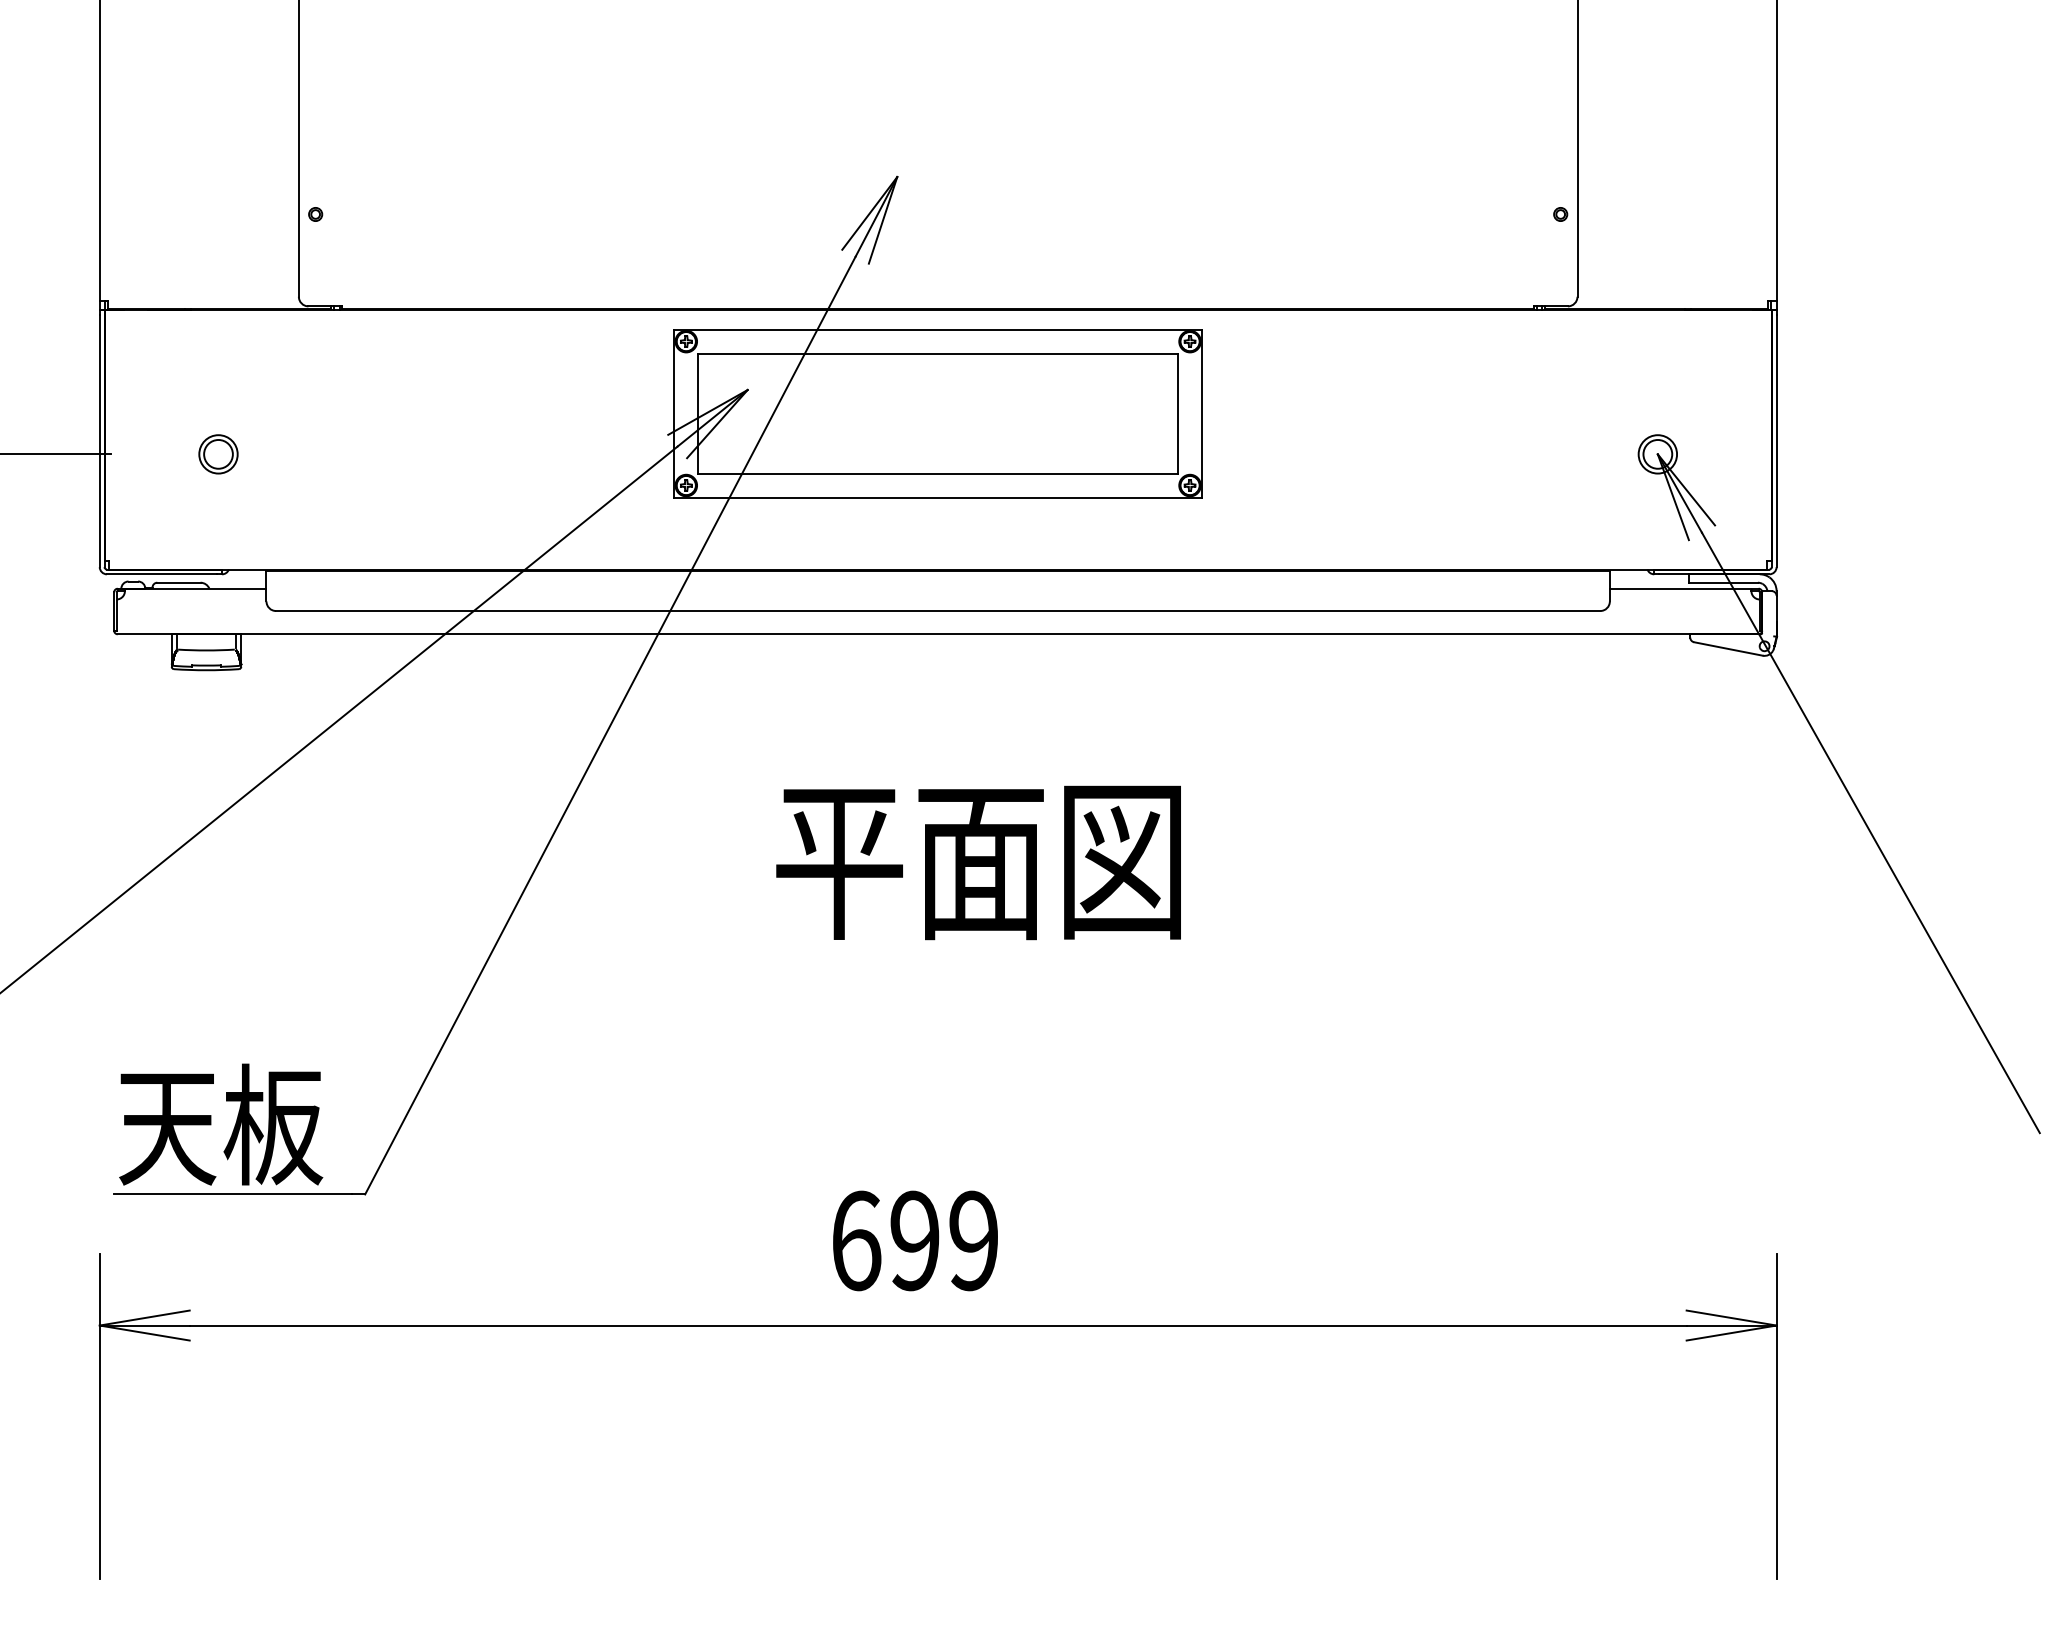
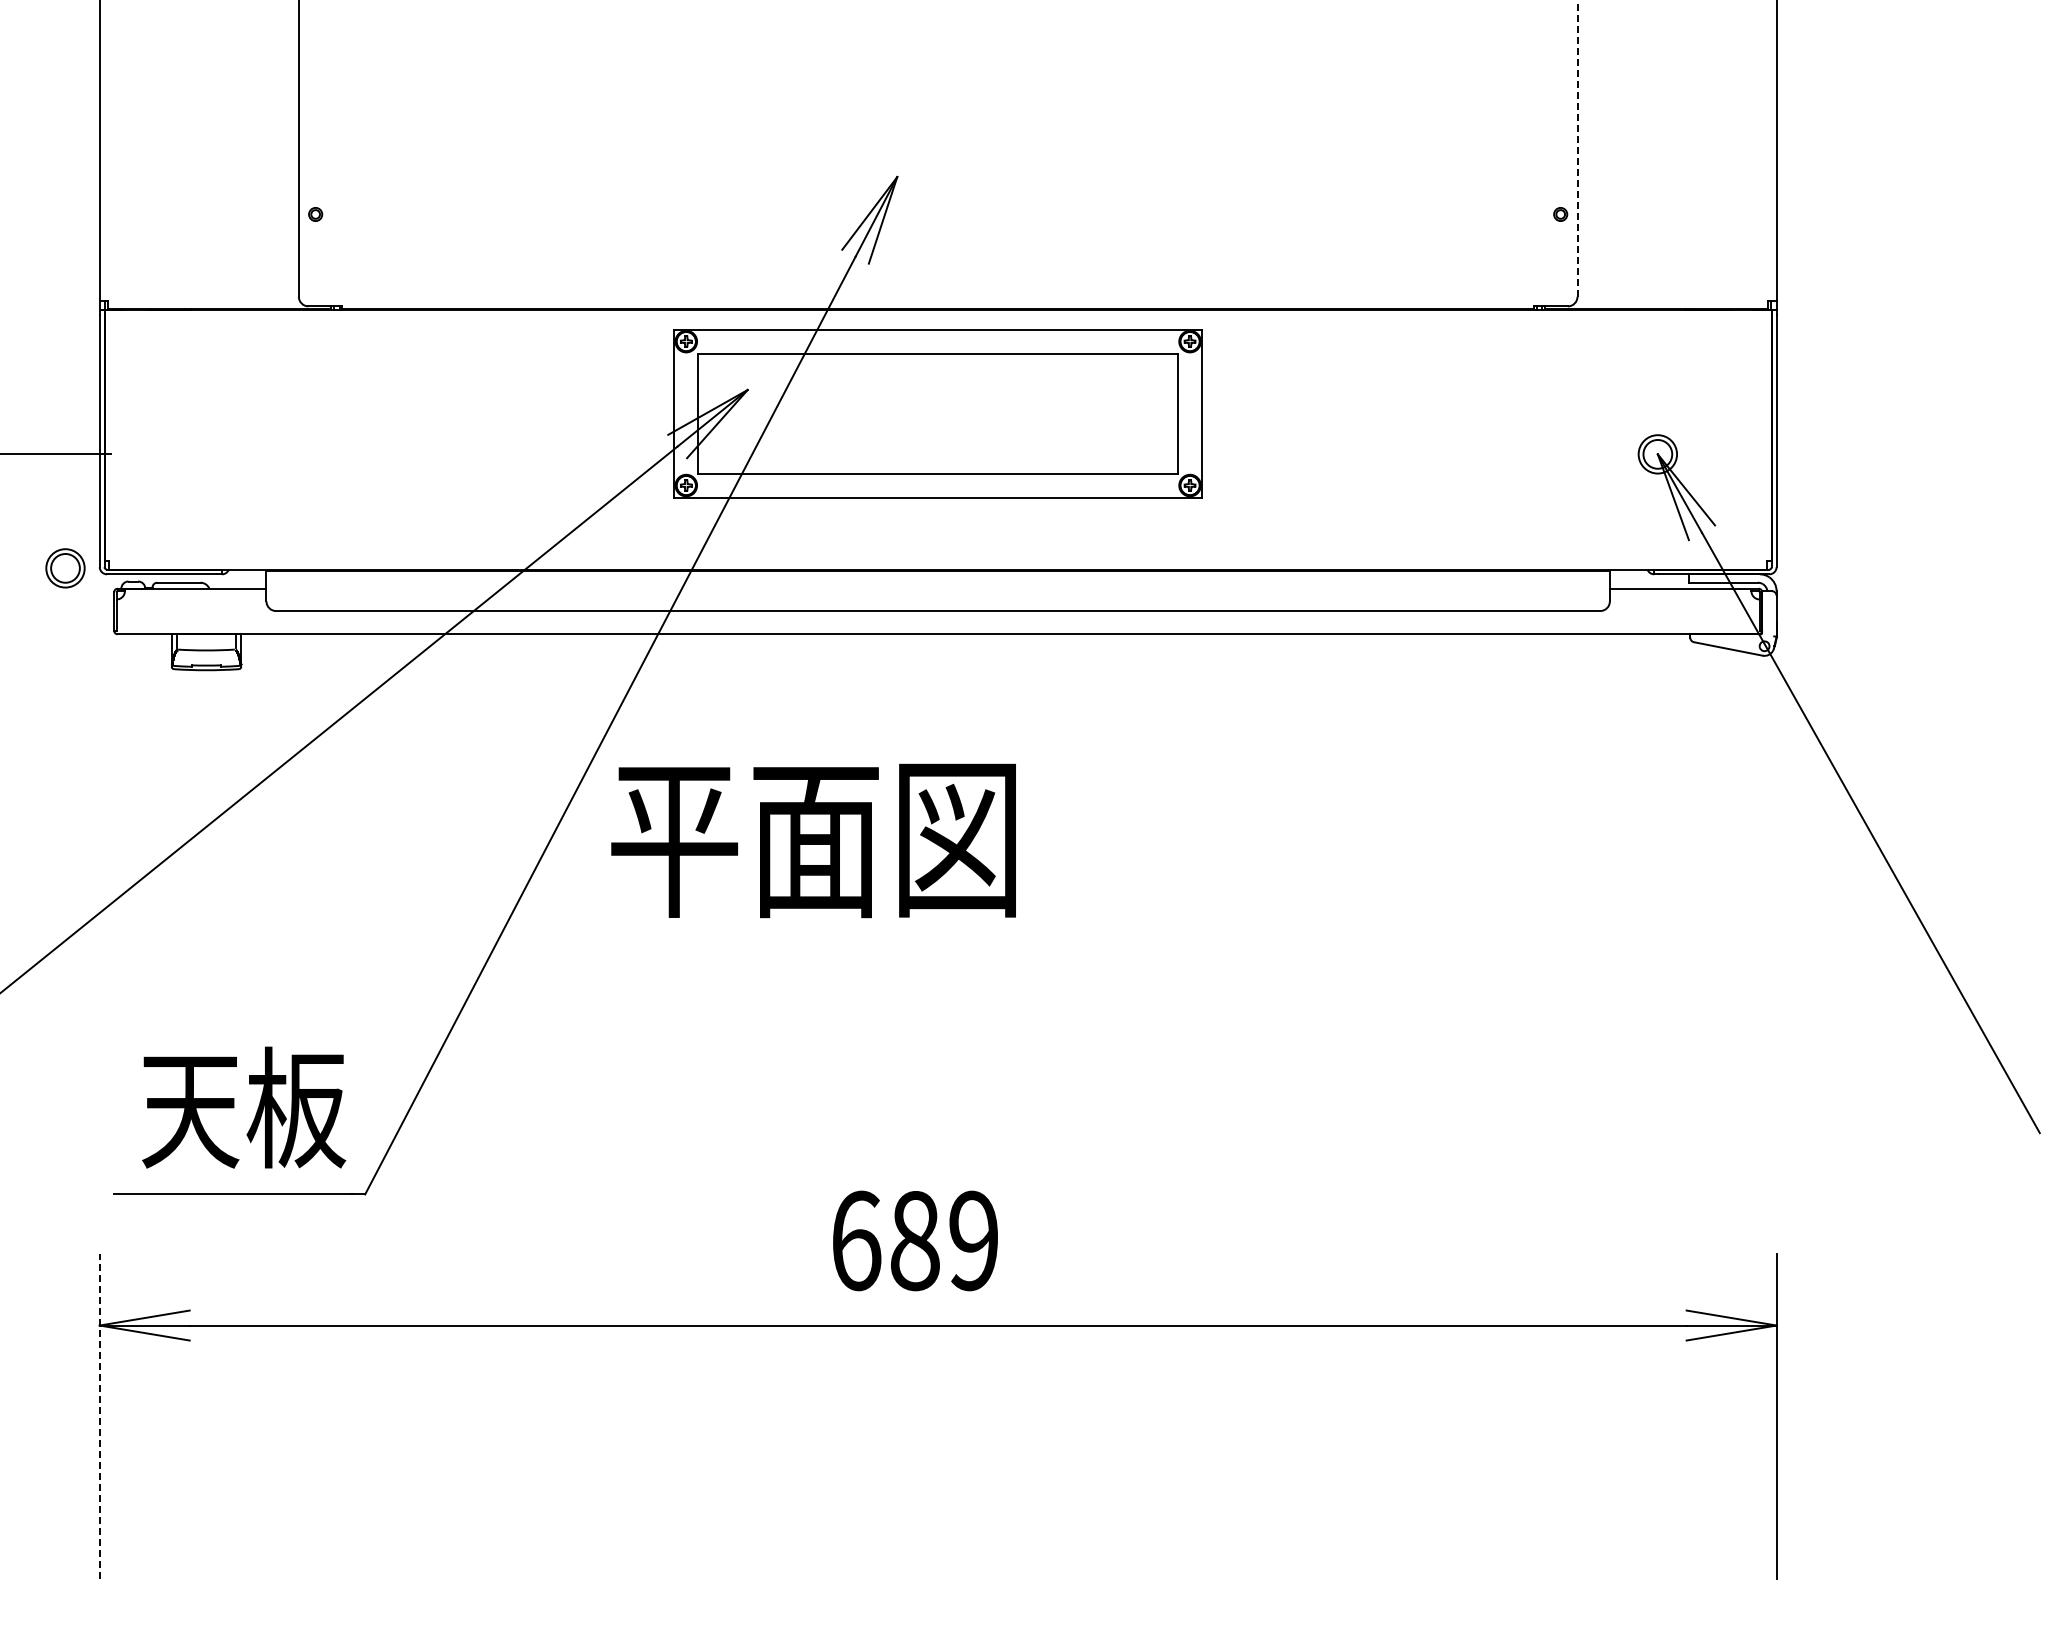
line at (1577, 147): solid -> dashed
part at (218, 454) position: (218, 454) -> (65, 568)
text at (978, 862) position: (978, 862) -> (813, 840)
text at (221, 1124) position: (221, 1124) -> (244, 1107)
text at (914, 1240): 699 -> 689
line at (99, 1416): solid -> dashed
